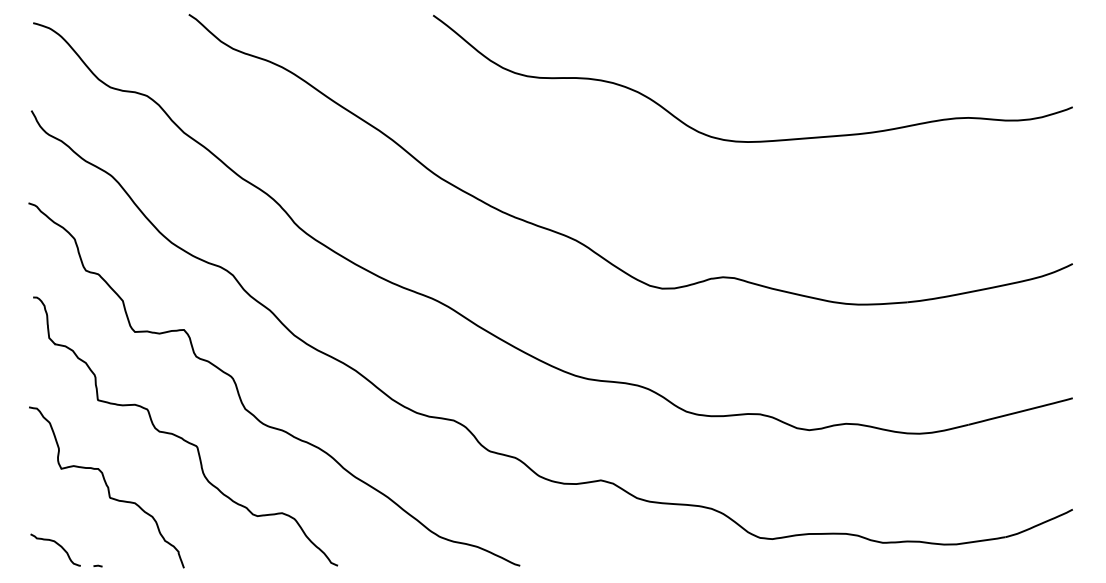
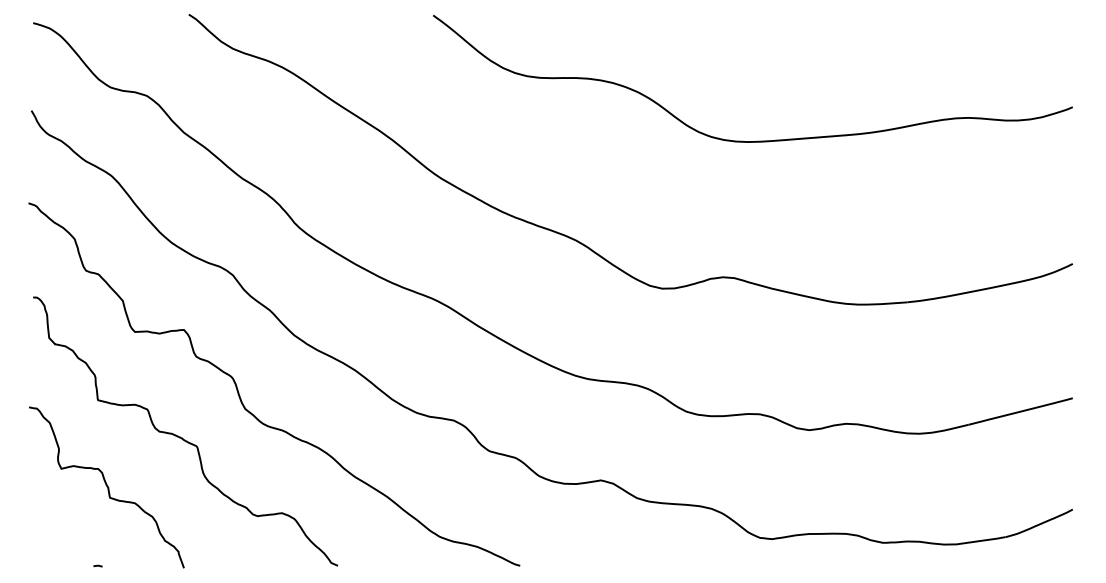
curve at (58, 545): present -> none
